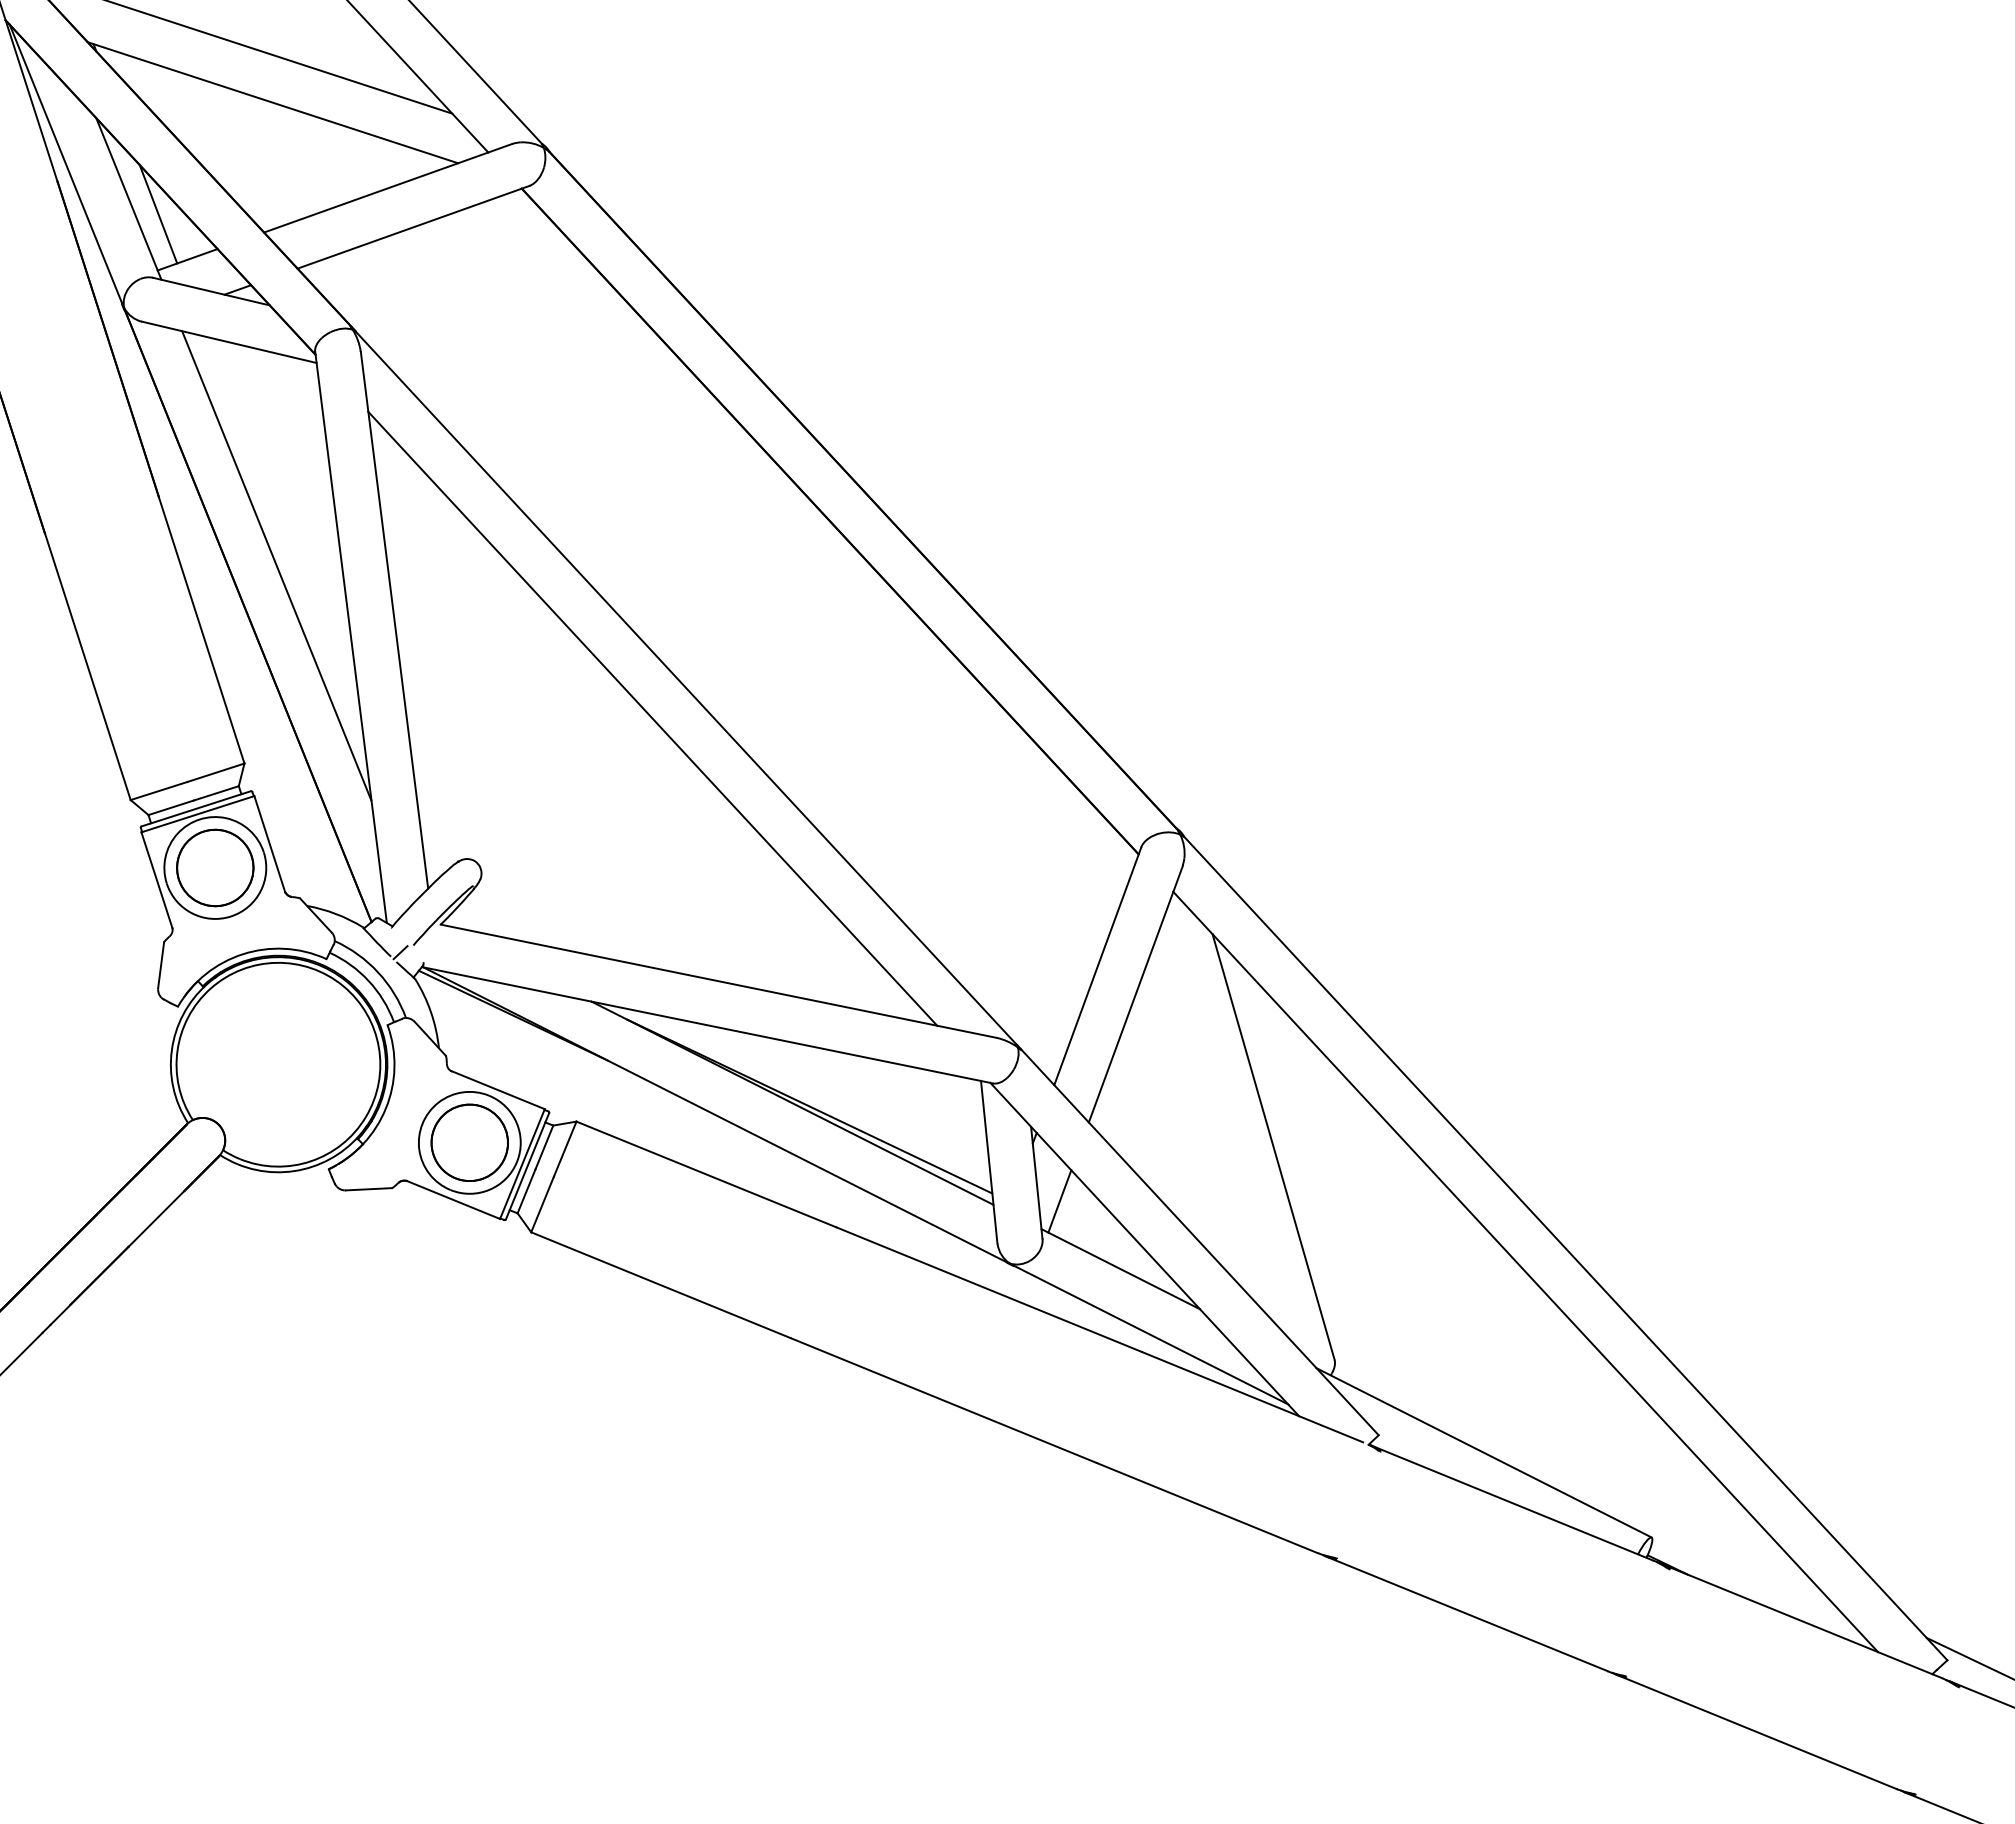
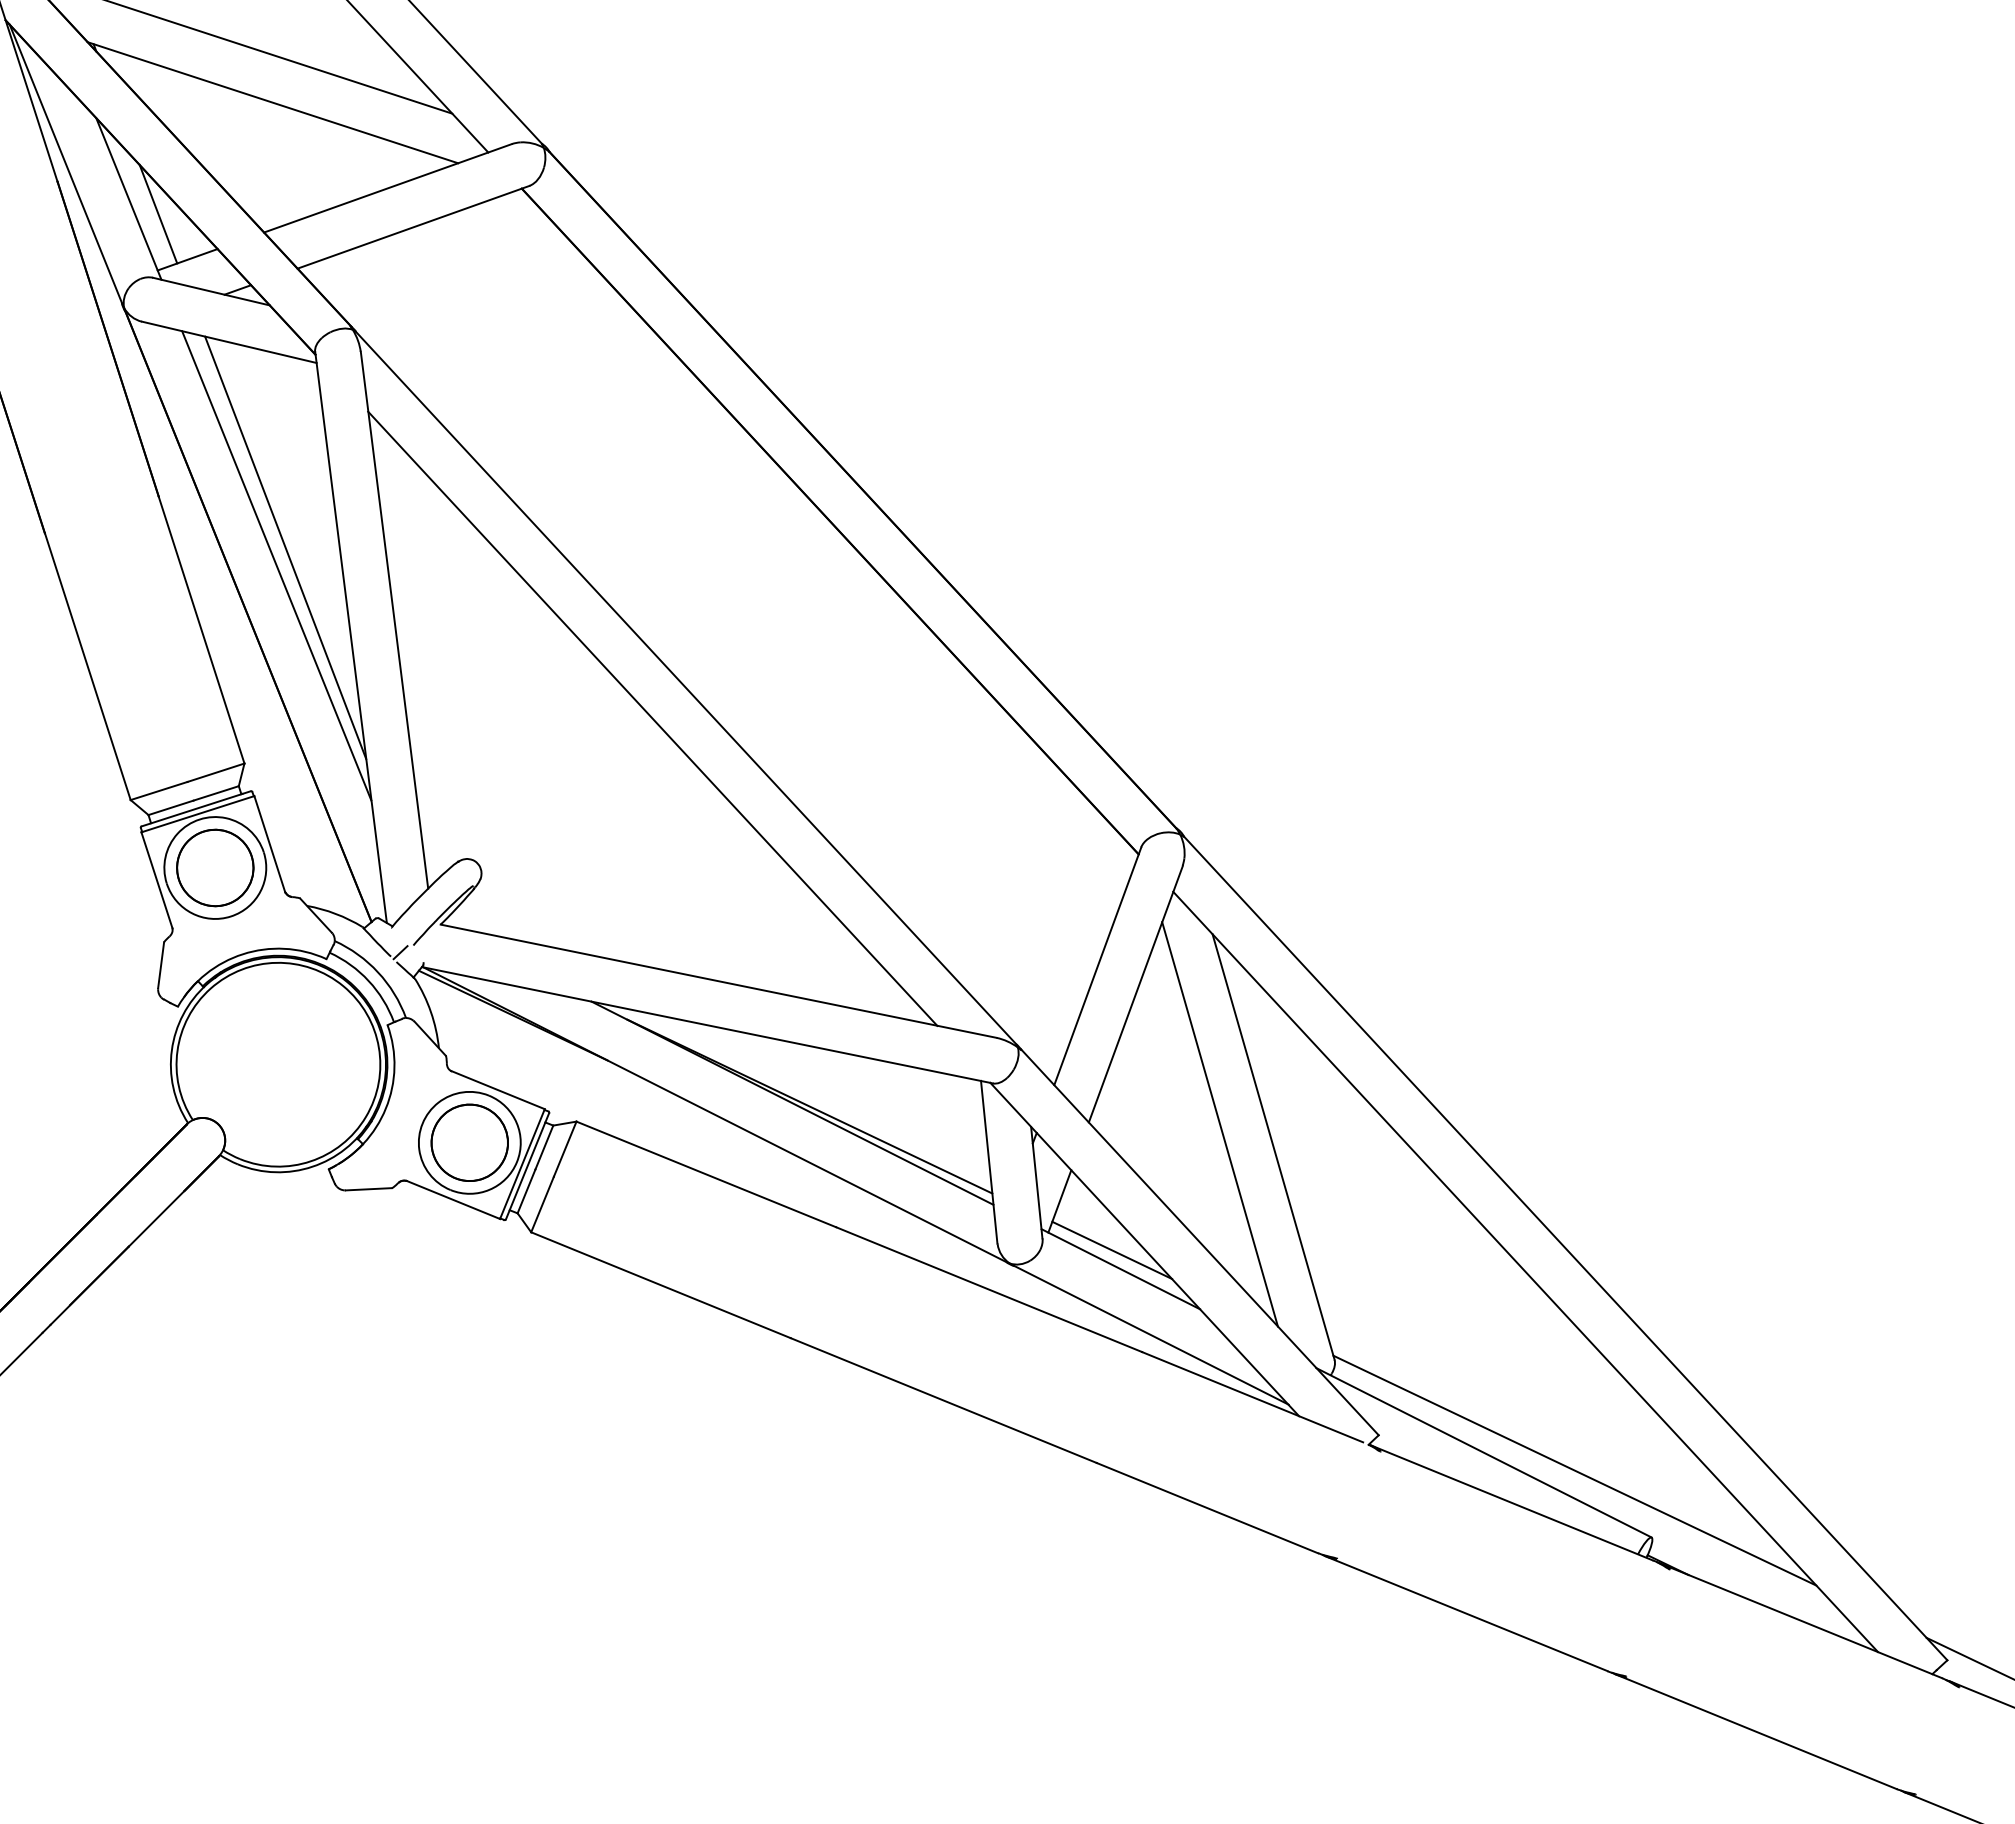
line at (285, 547): none -> present
line at (1219, 1124): none -> present
line at (1112, 1250): none -> present
line at (1574, 1470): none -> present
